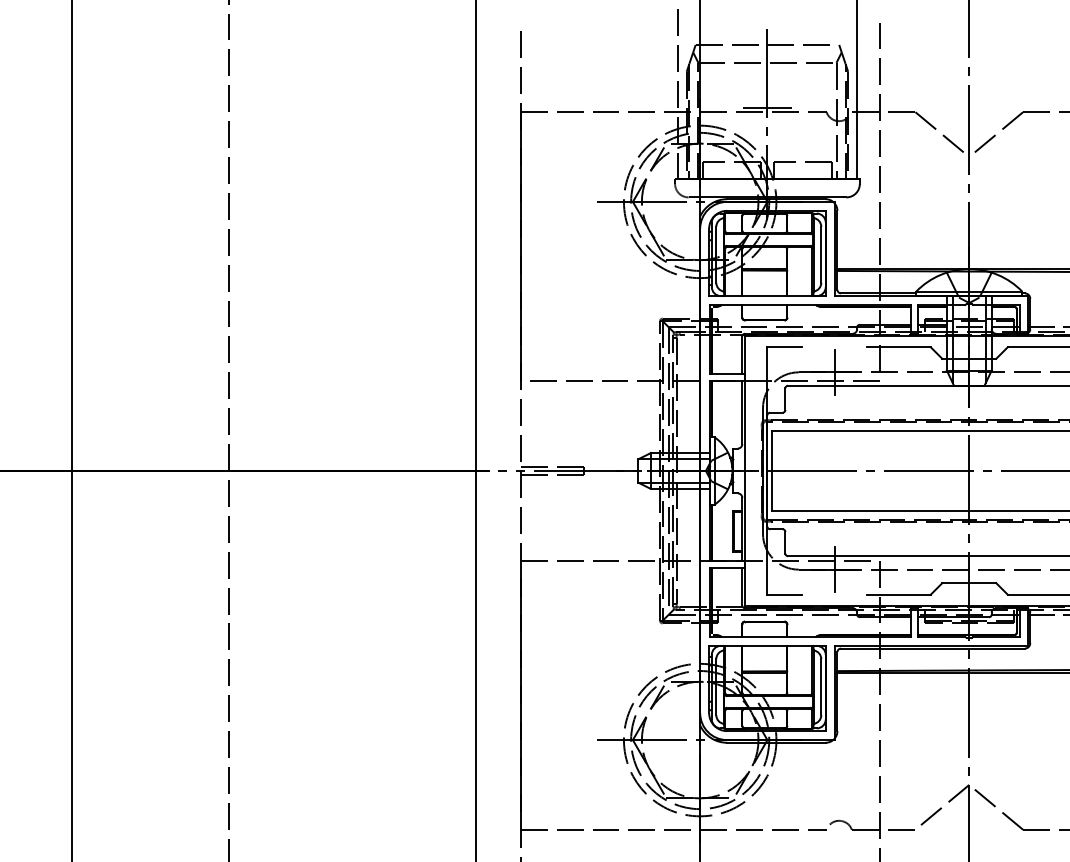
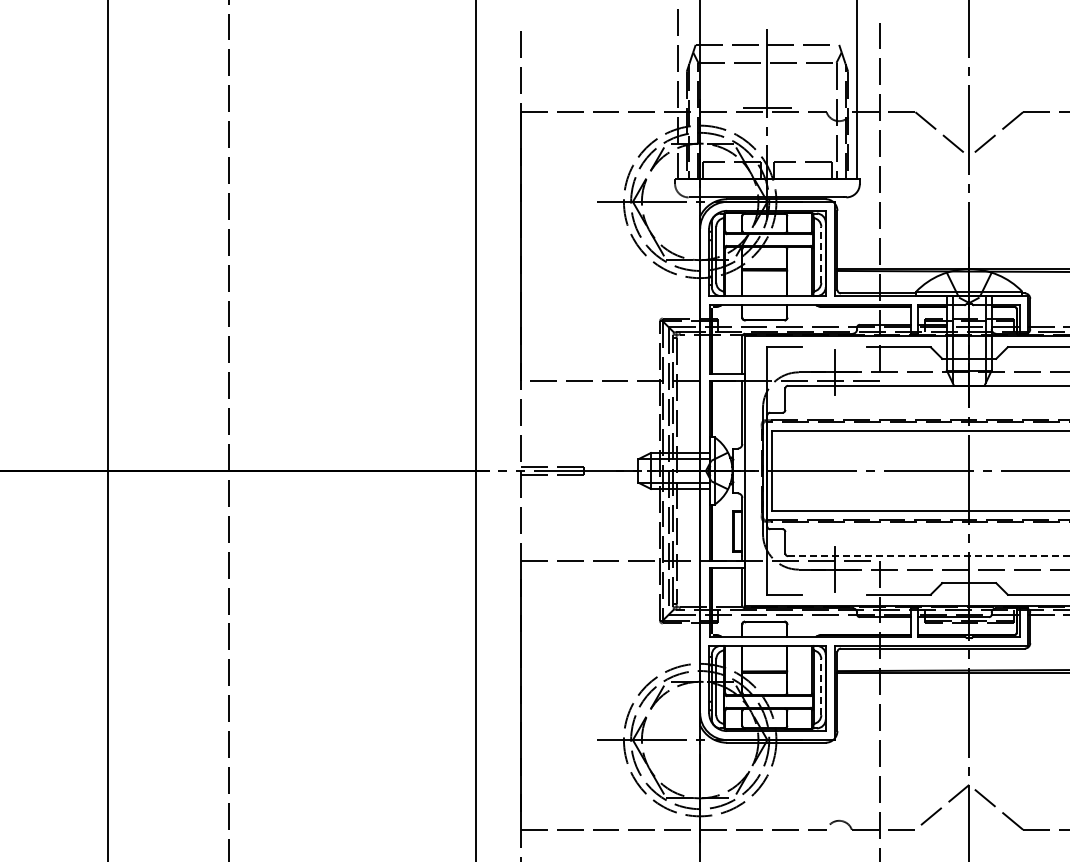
line at (821, 254): solid -> dashed
line at (72, 430) position: (72, 430) -> (108, 430)
line at (928, 556): solid -> dashed
line at (821, 687): solid -> dashed
